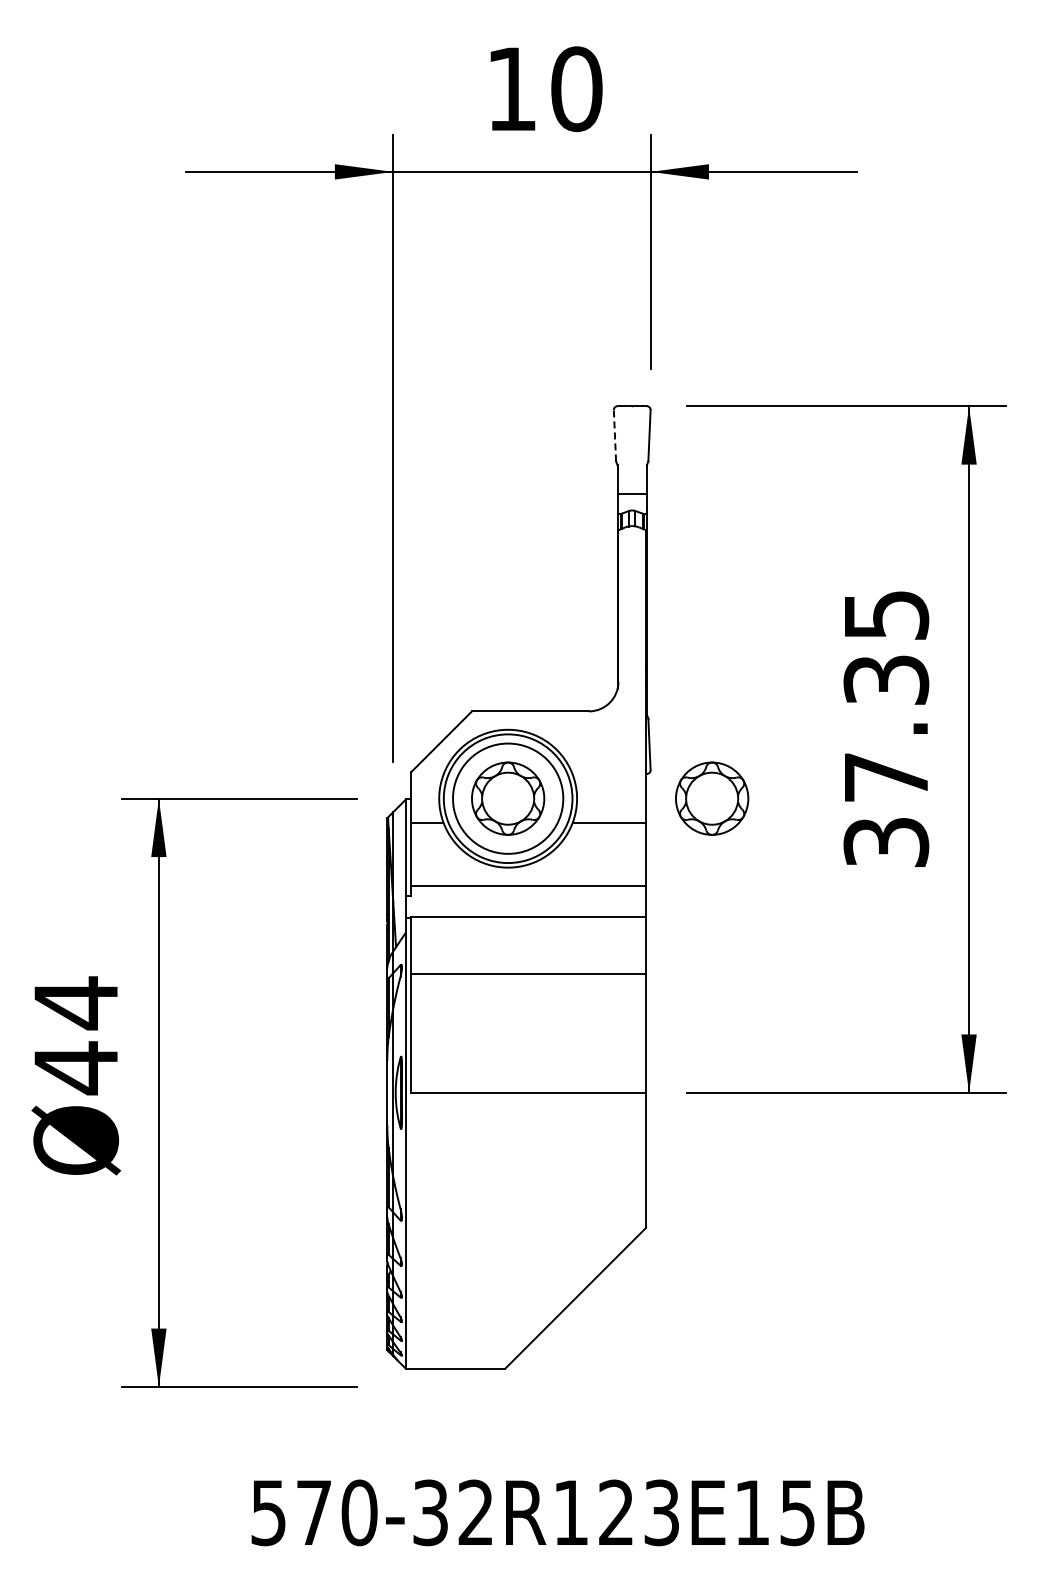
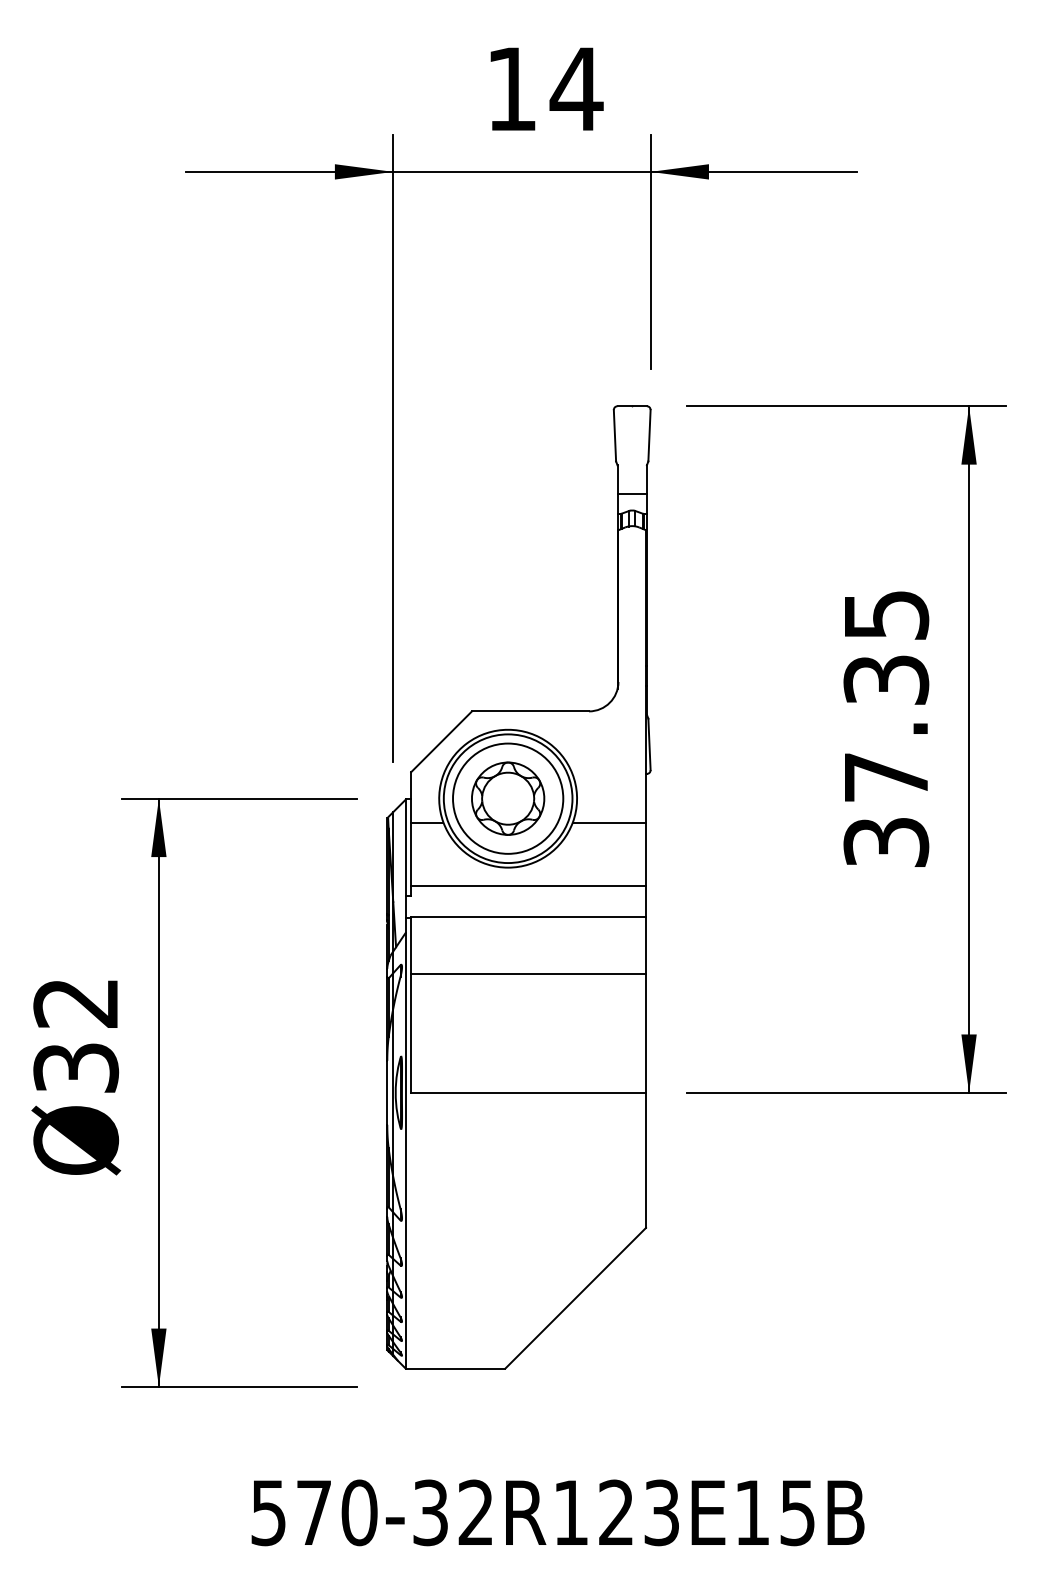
text at (576, 89): 10 -> 14
line at (614, 435): dashed -> solid
part at (712, 798): present -> none
text at (76, 1035): Ø44 -> Ø32
